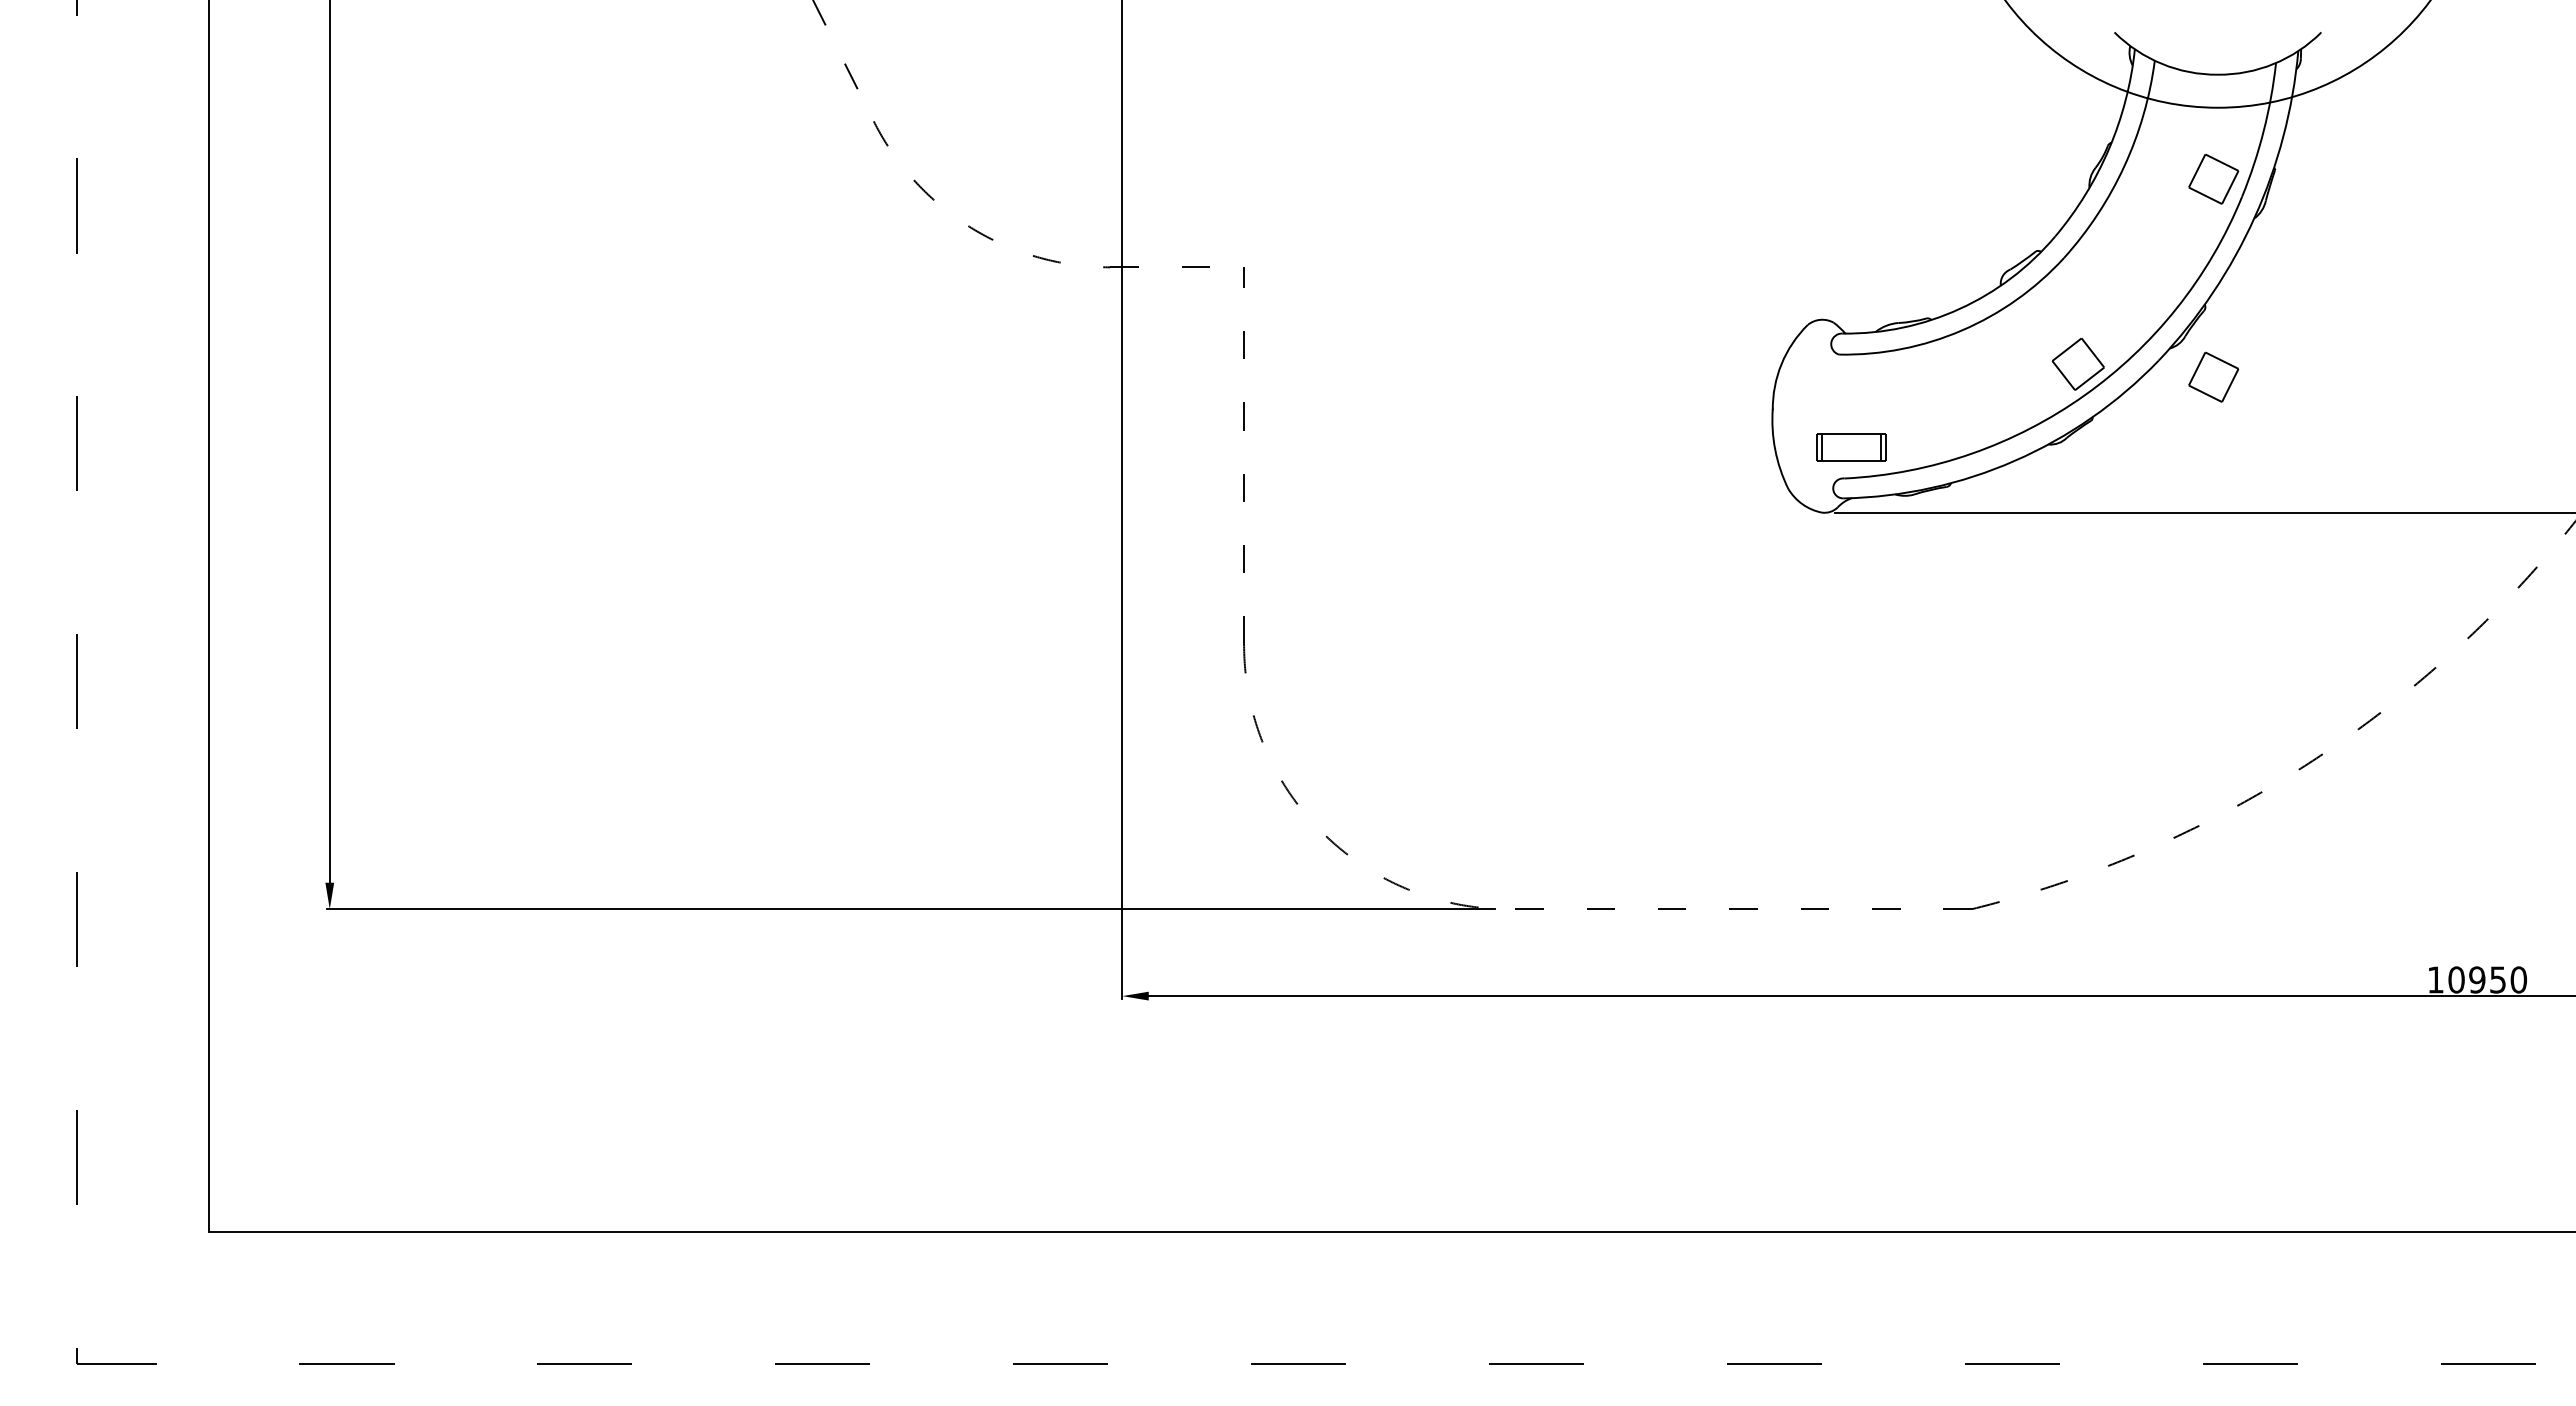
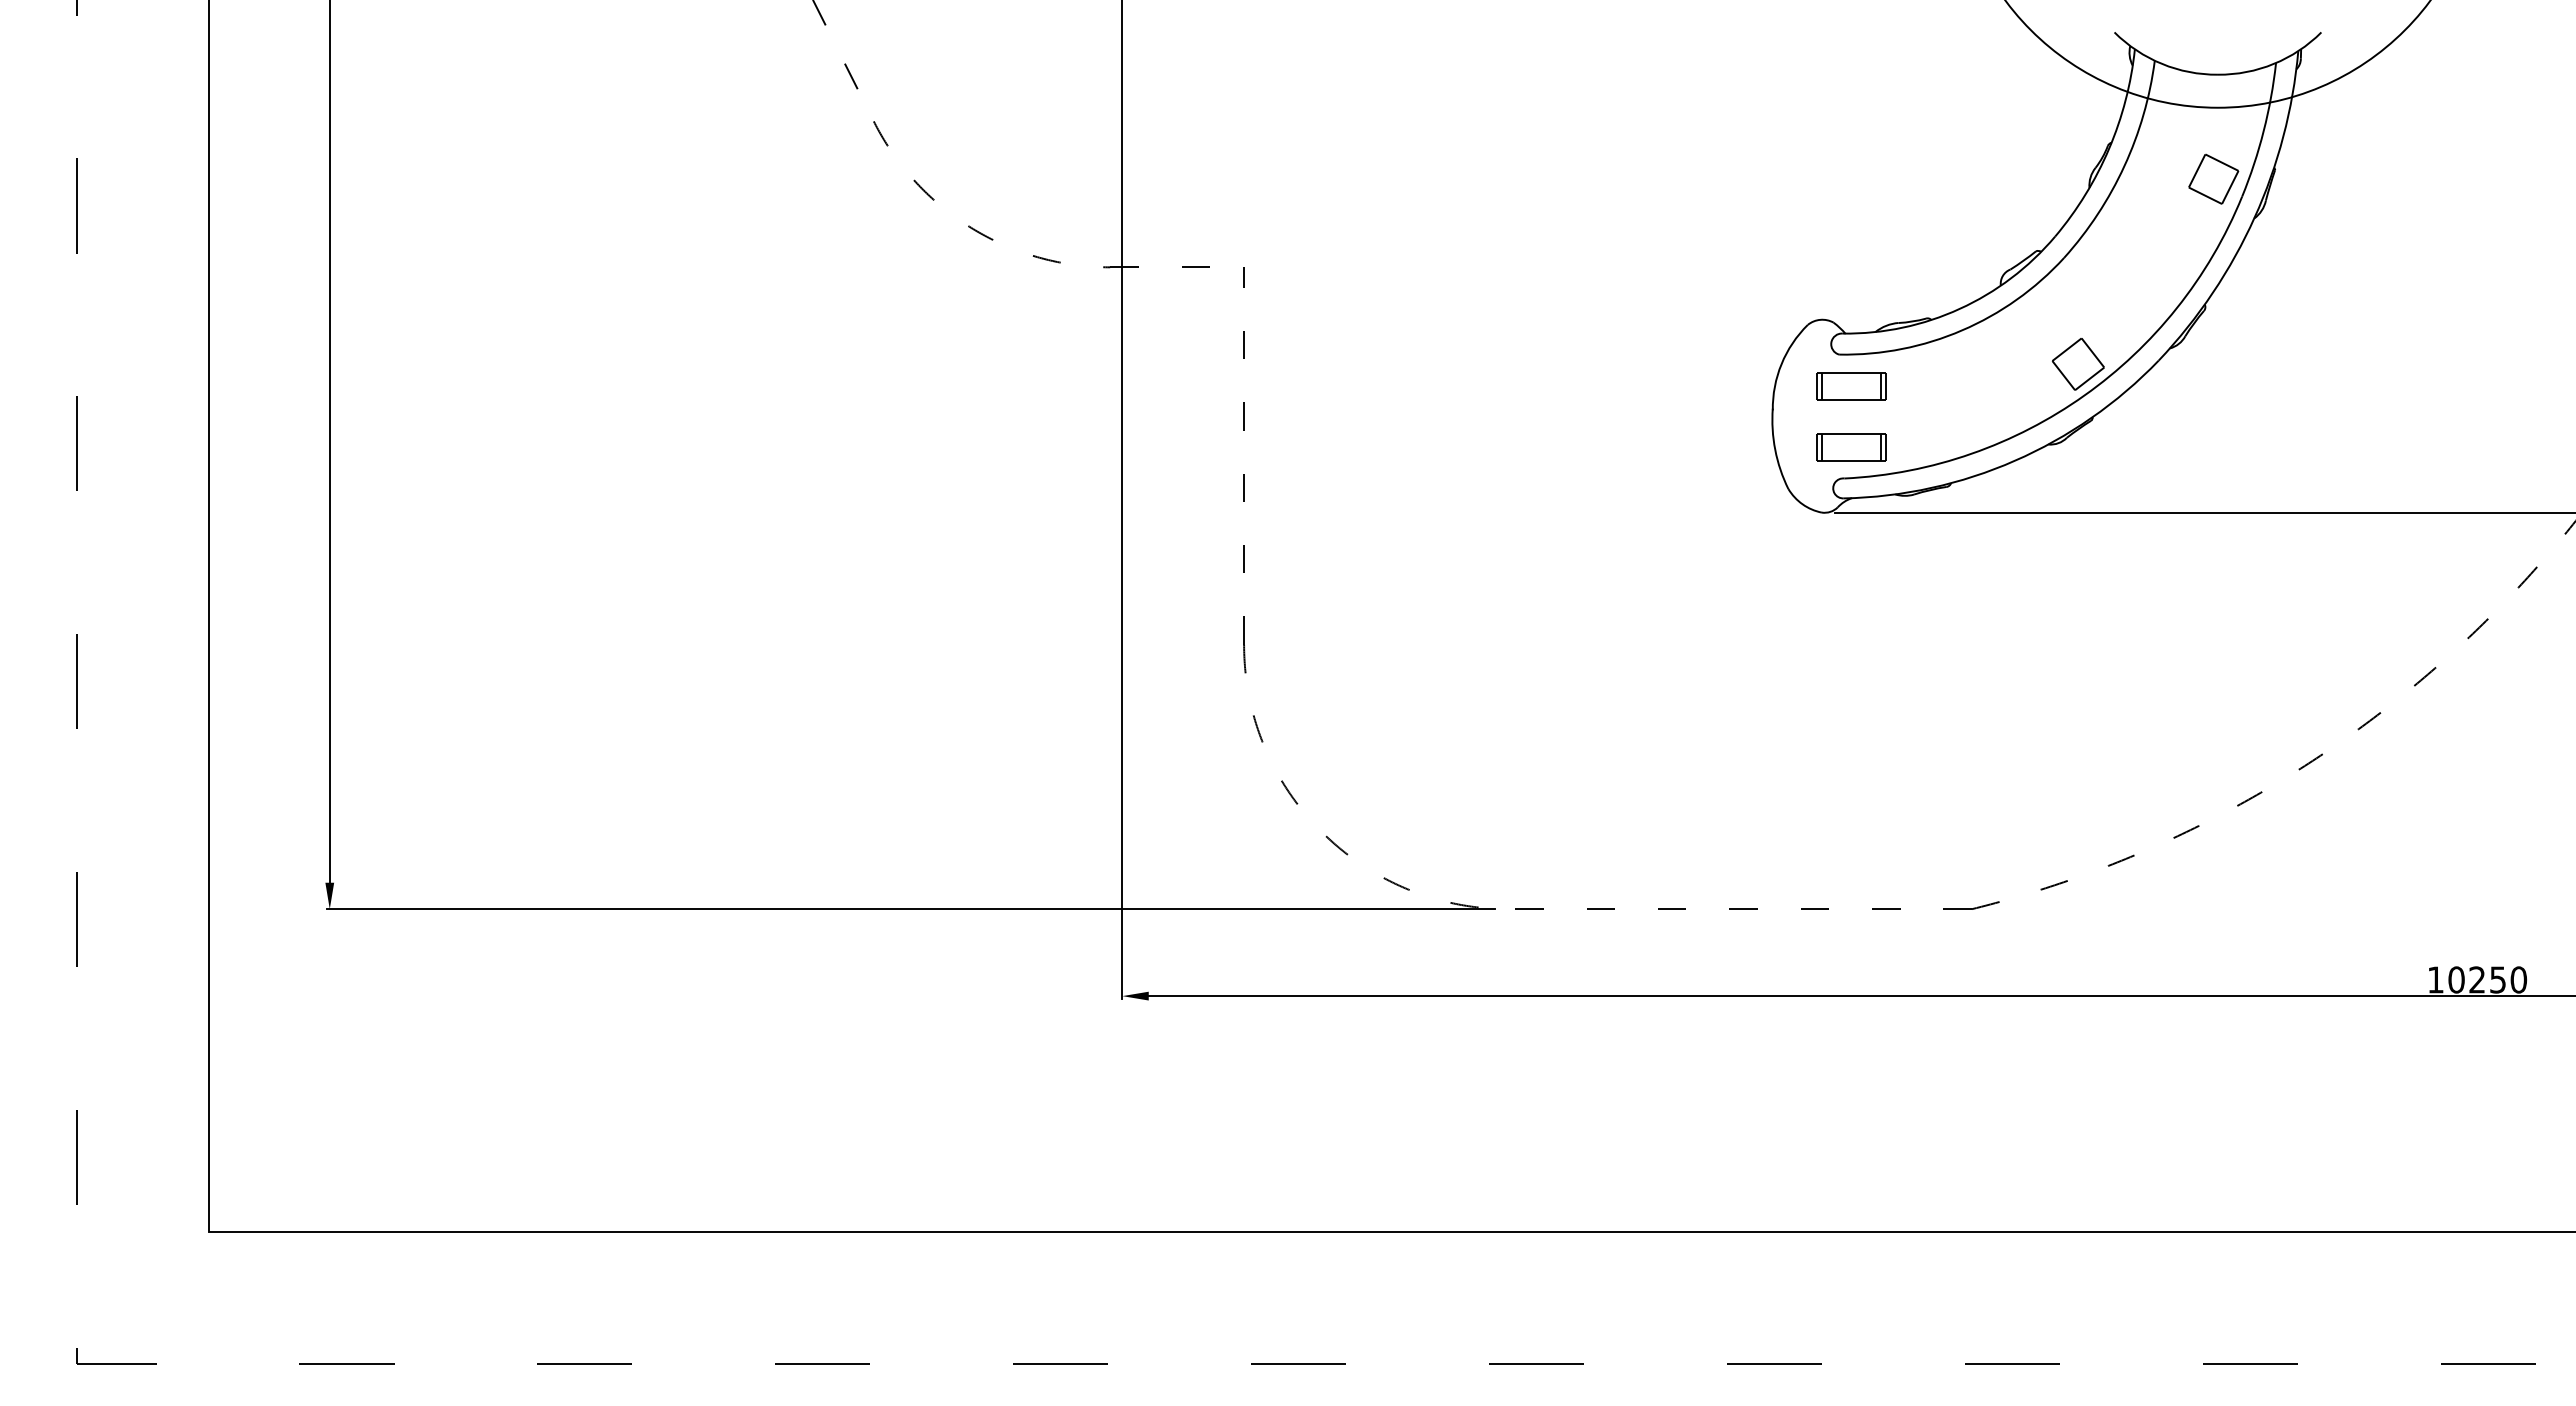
part at (2213, 376): present -> none
part at (1851, 386): none -> present
text at (2477, 979): 10950 -> 10250
